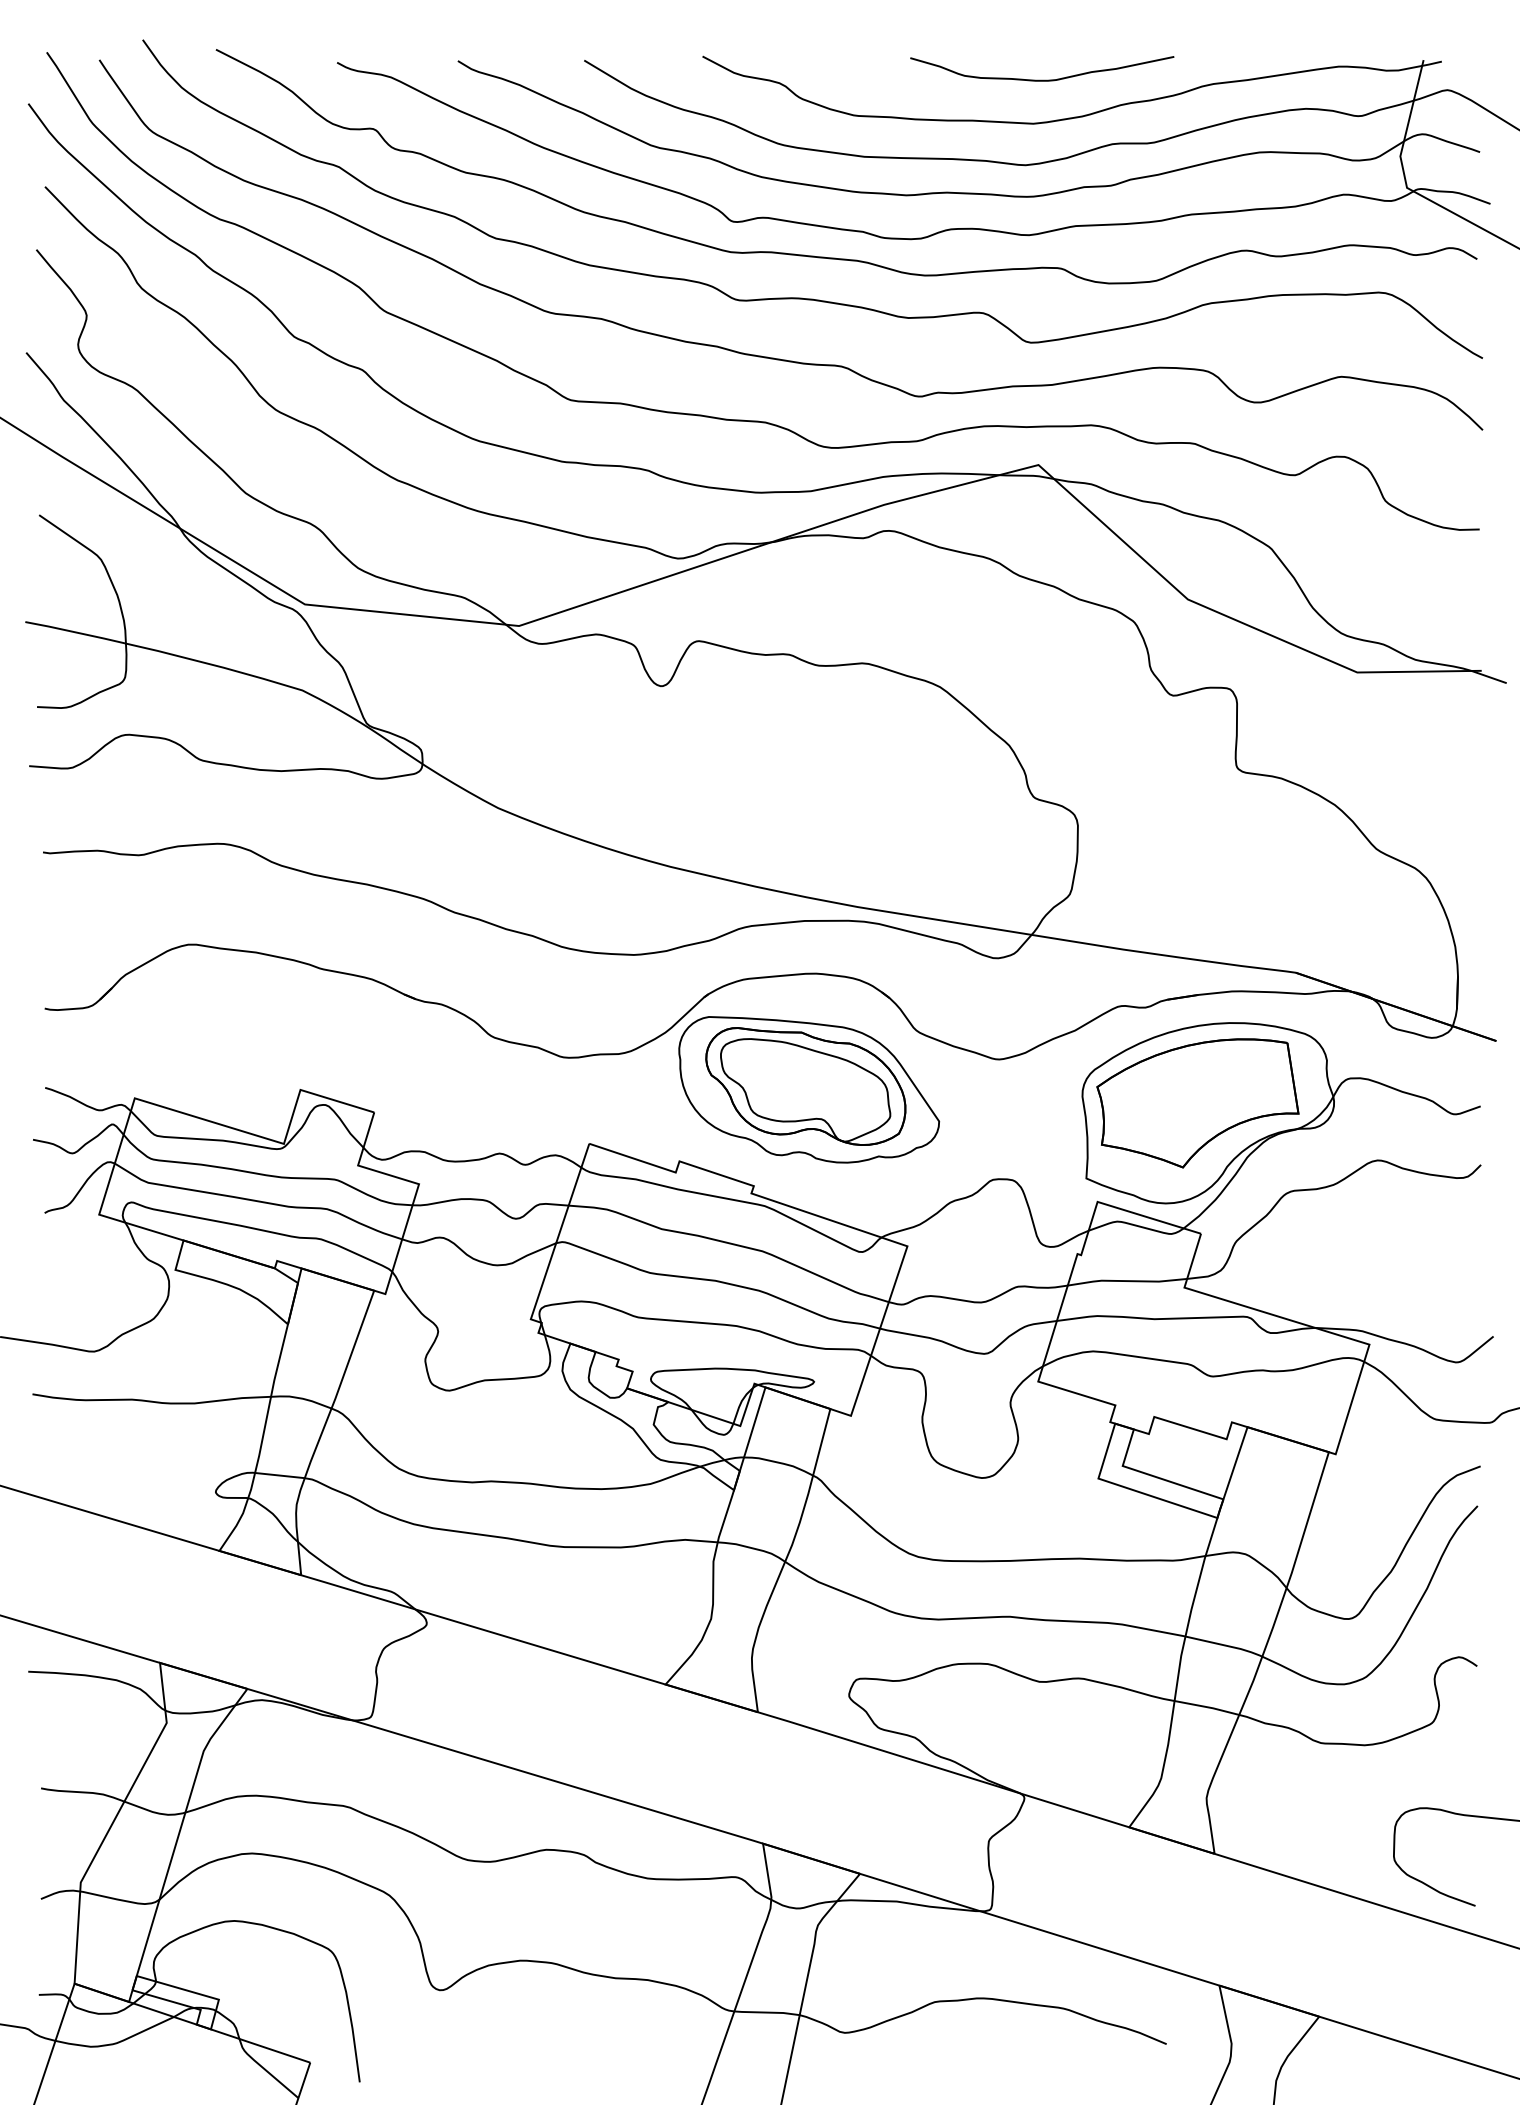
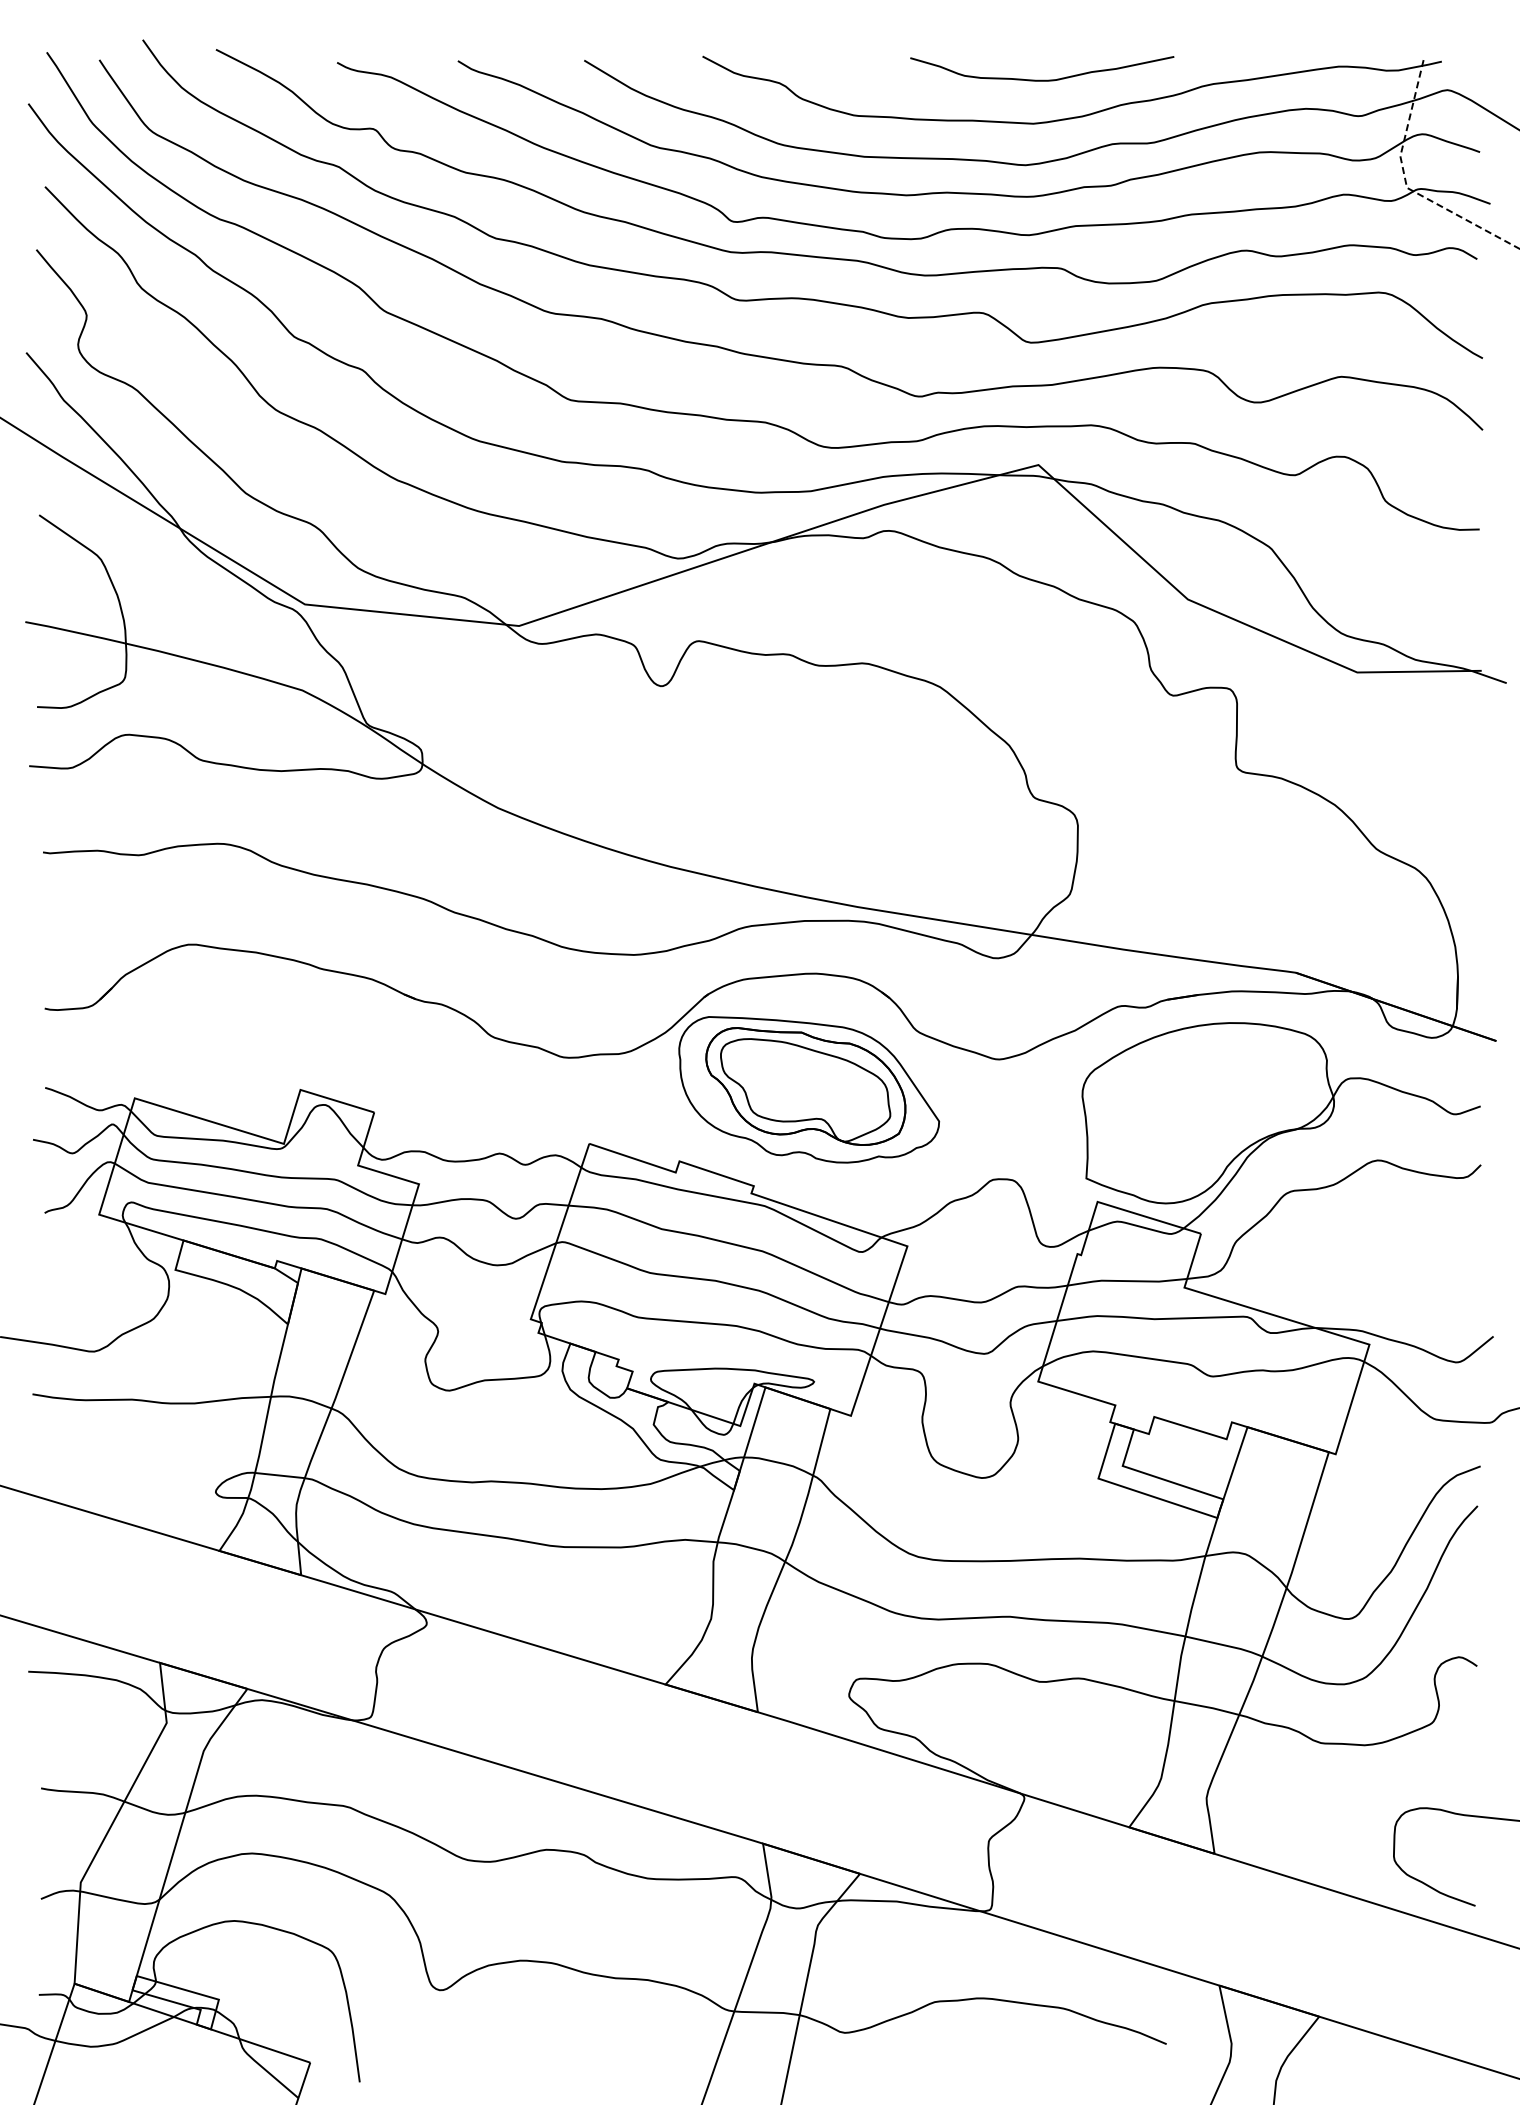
line at (1406, 185): solid -> dashed
part at (1197, 1103): present -> none
